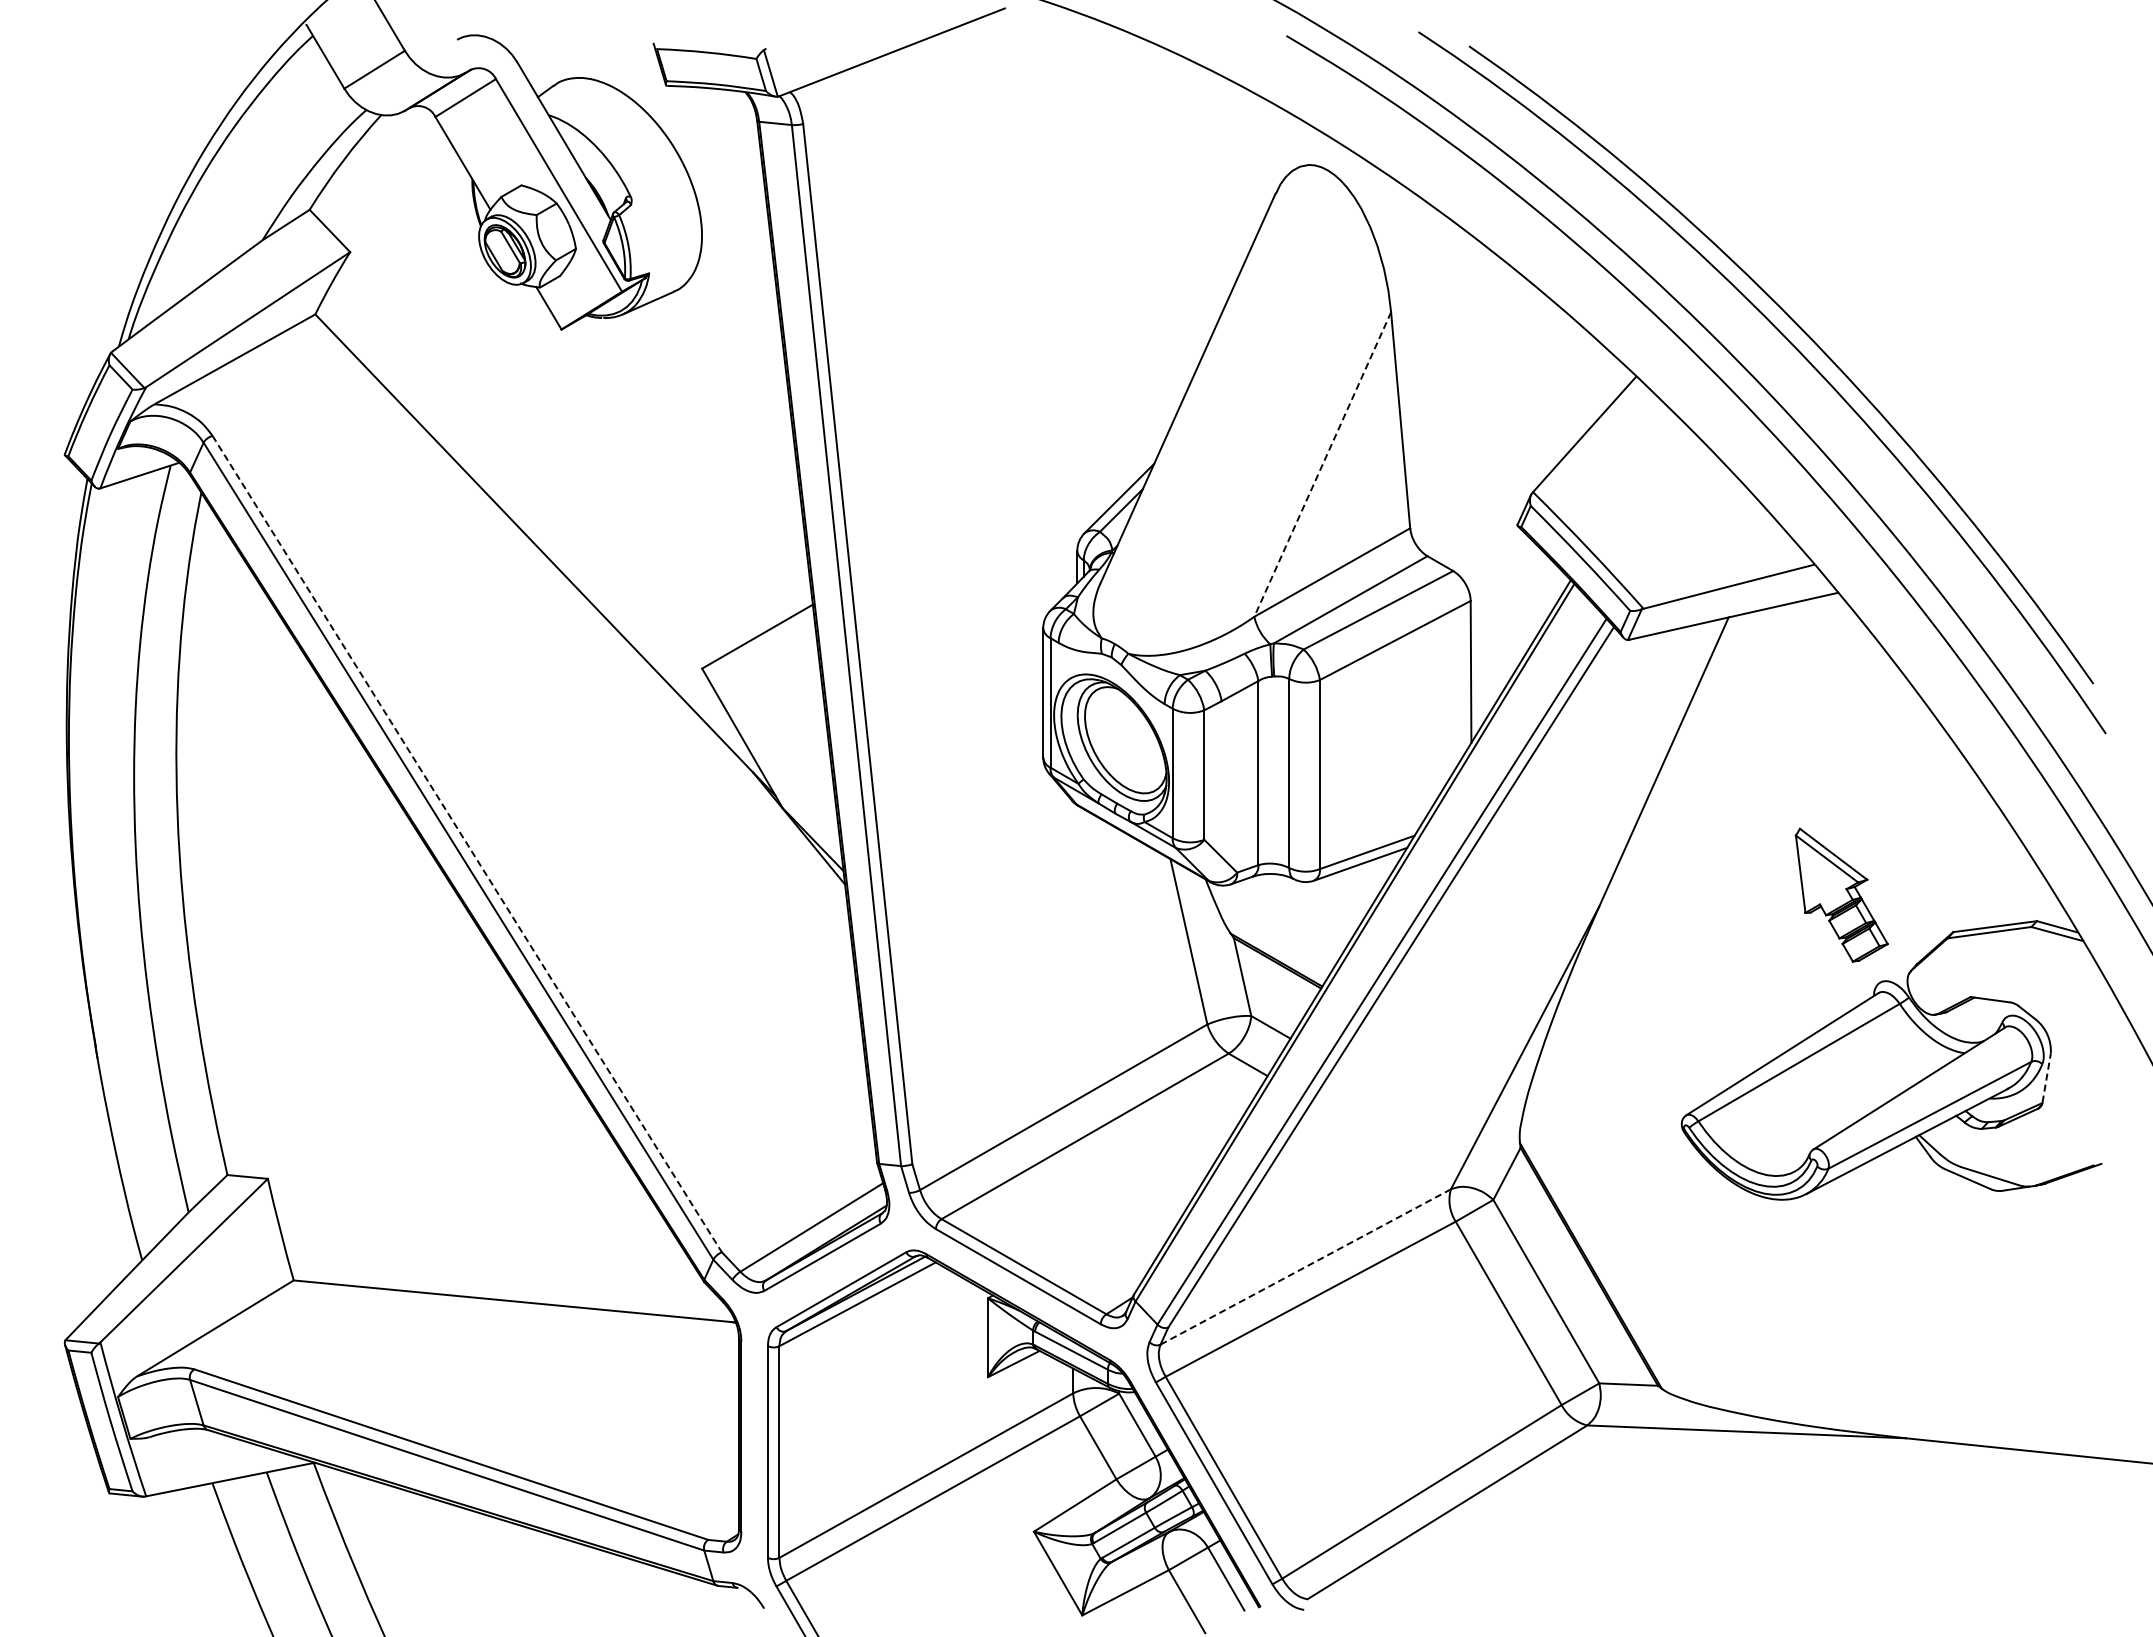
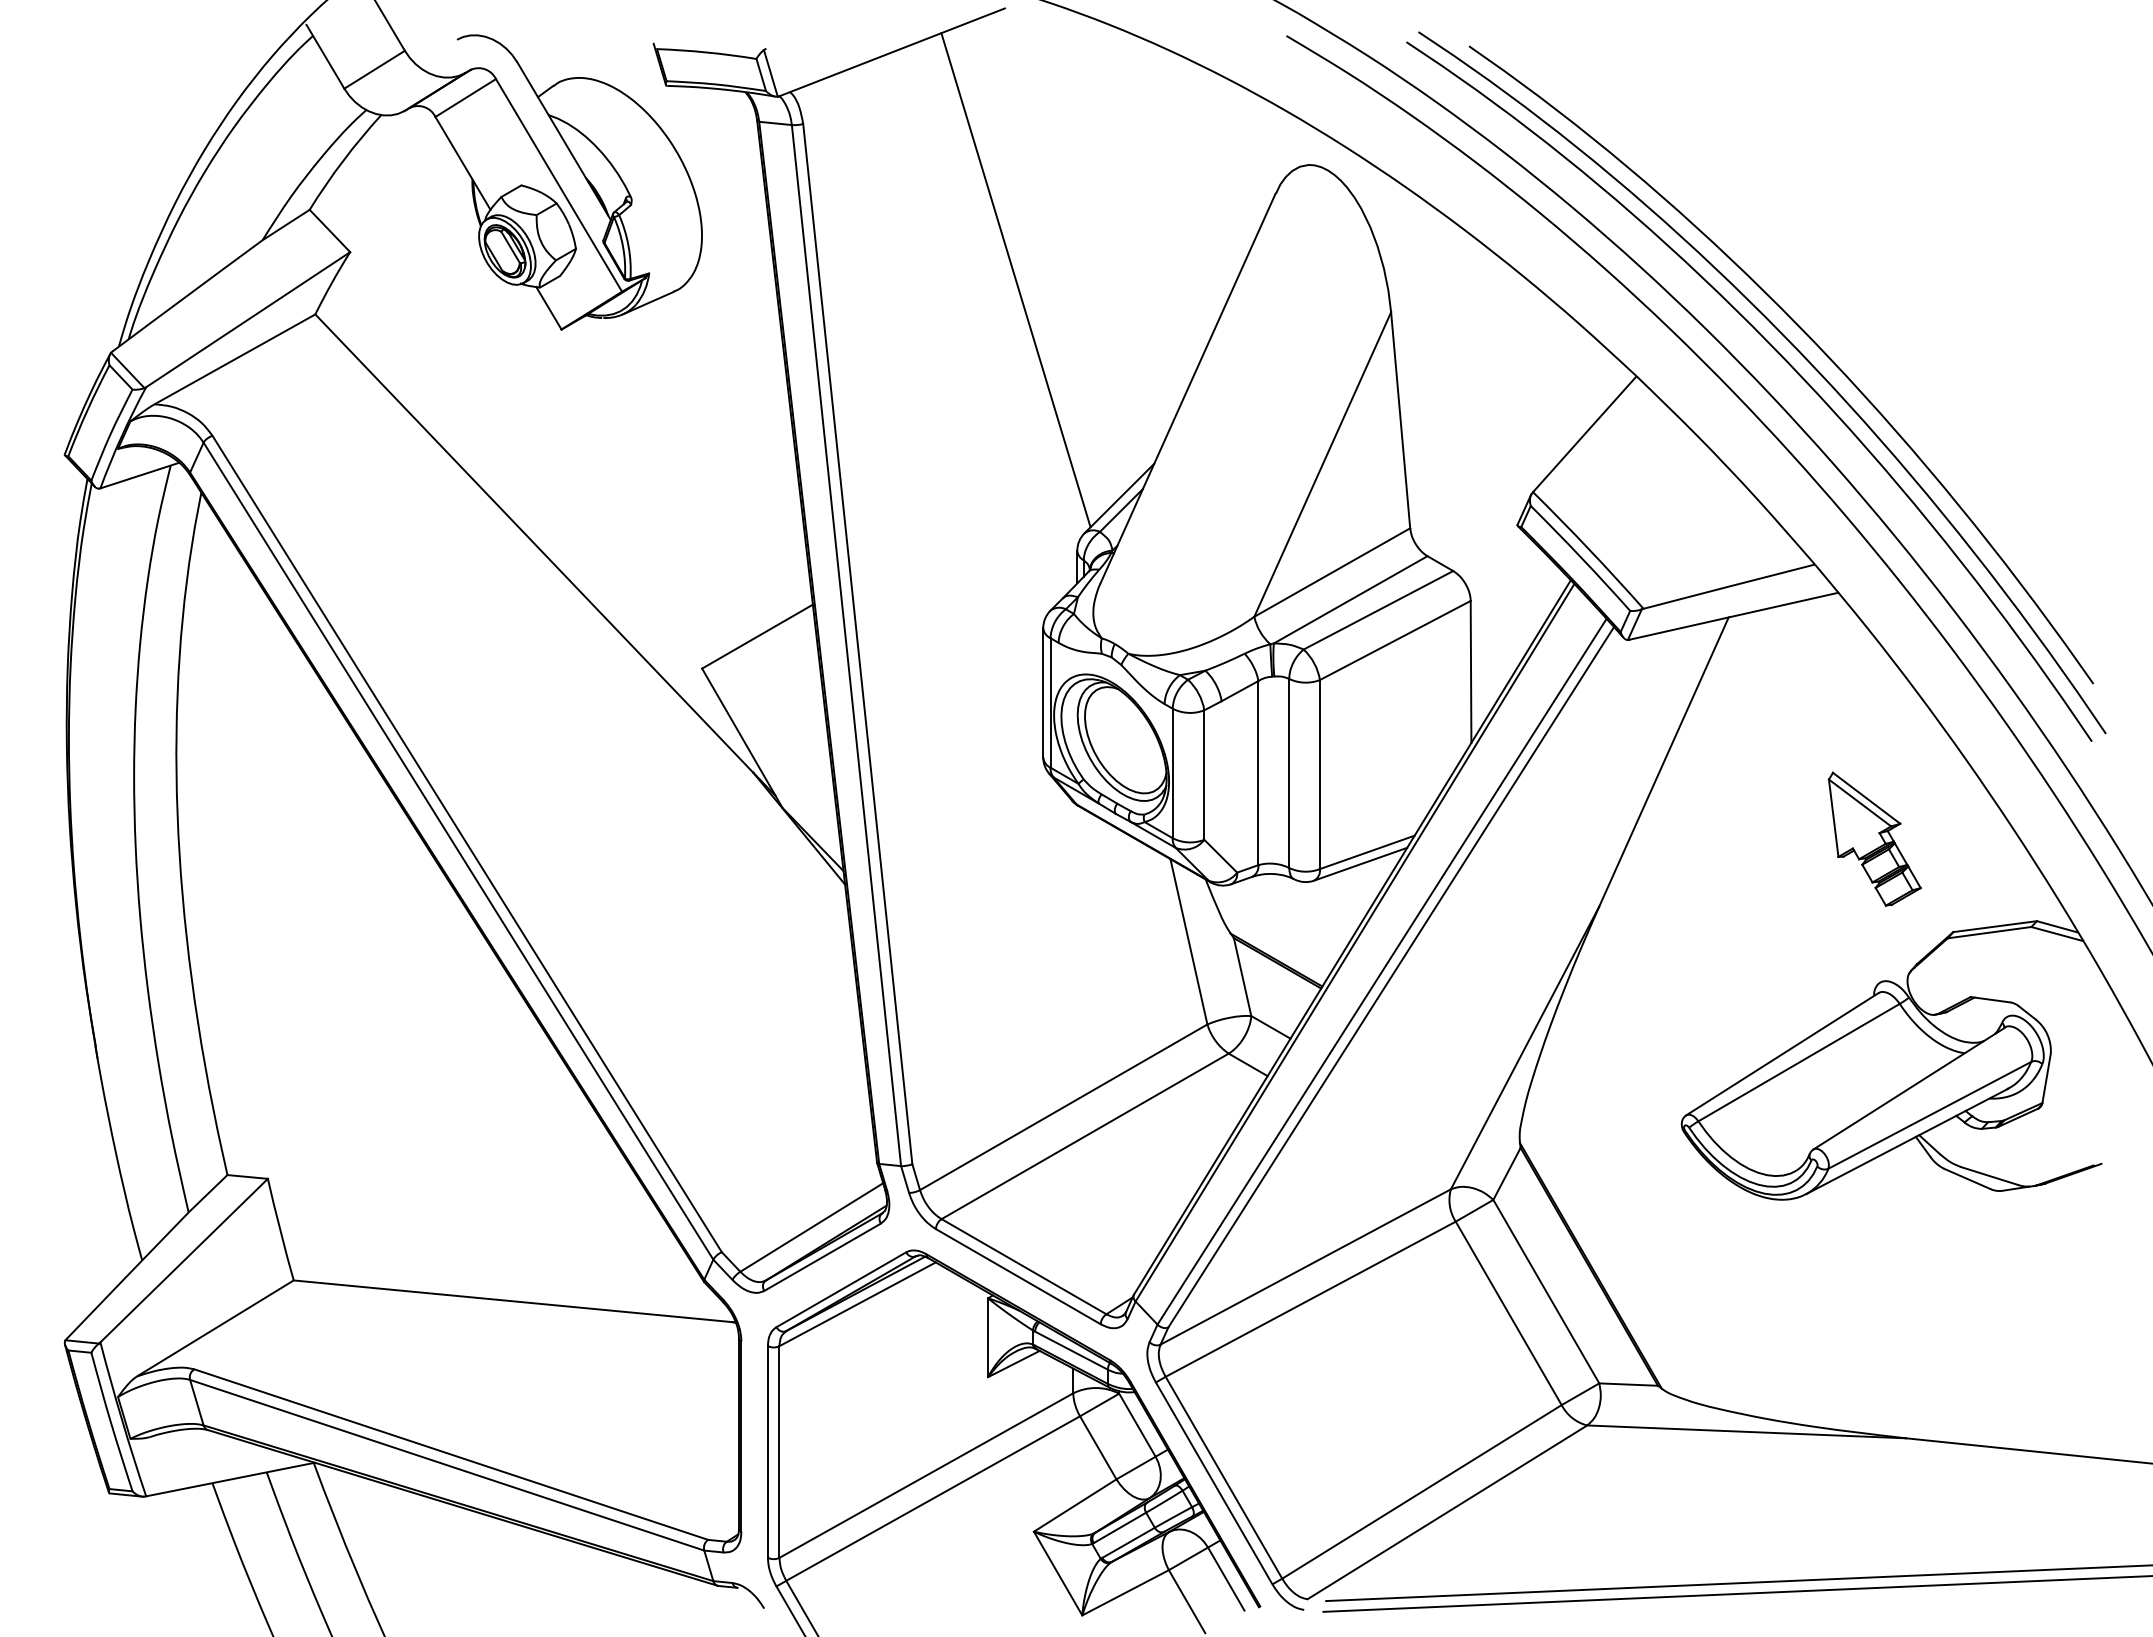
line at (1015, 280): none -> present
curve at (1782, 358): none -> present
line at (1322, 464): dashed -> solid
line at (467, 844): dashed -> solid
part at (1841, 894) position: (1841, 894) -> (1874, 838)
line at (2046, 1078): dashed -> solid
line at (1305, 1266): dashed -> solid
line at (1737, 1583): none -> present
line at (1736, 1593): none -> present
